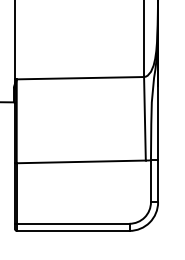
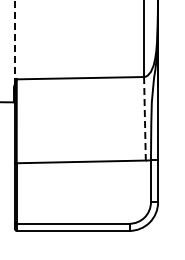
line at (15, 40): solid -> dashed
line at (144, 118): solid -> dashed
